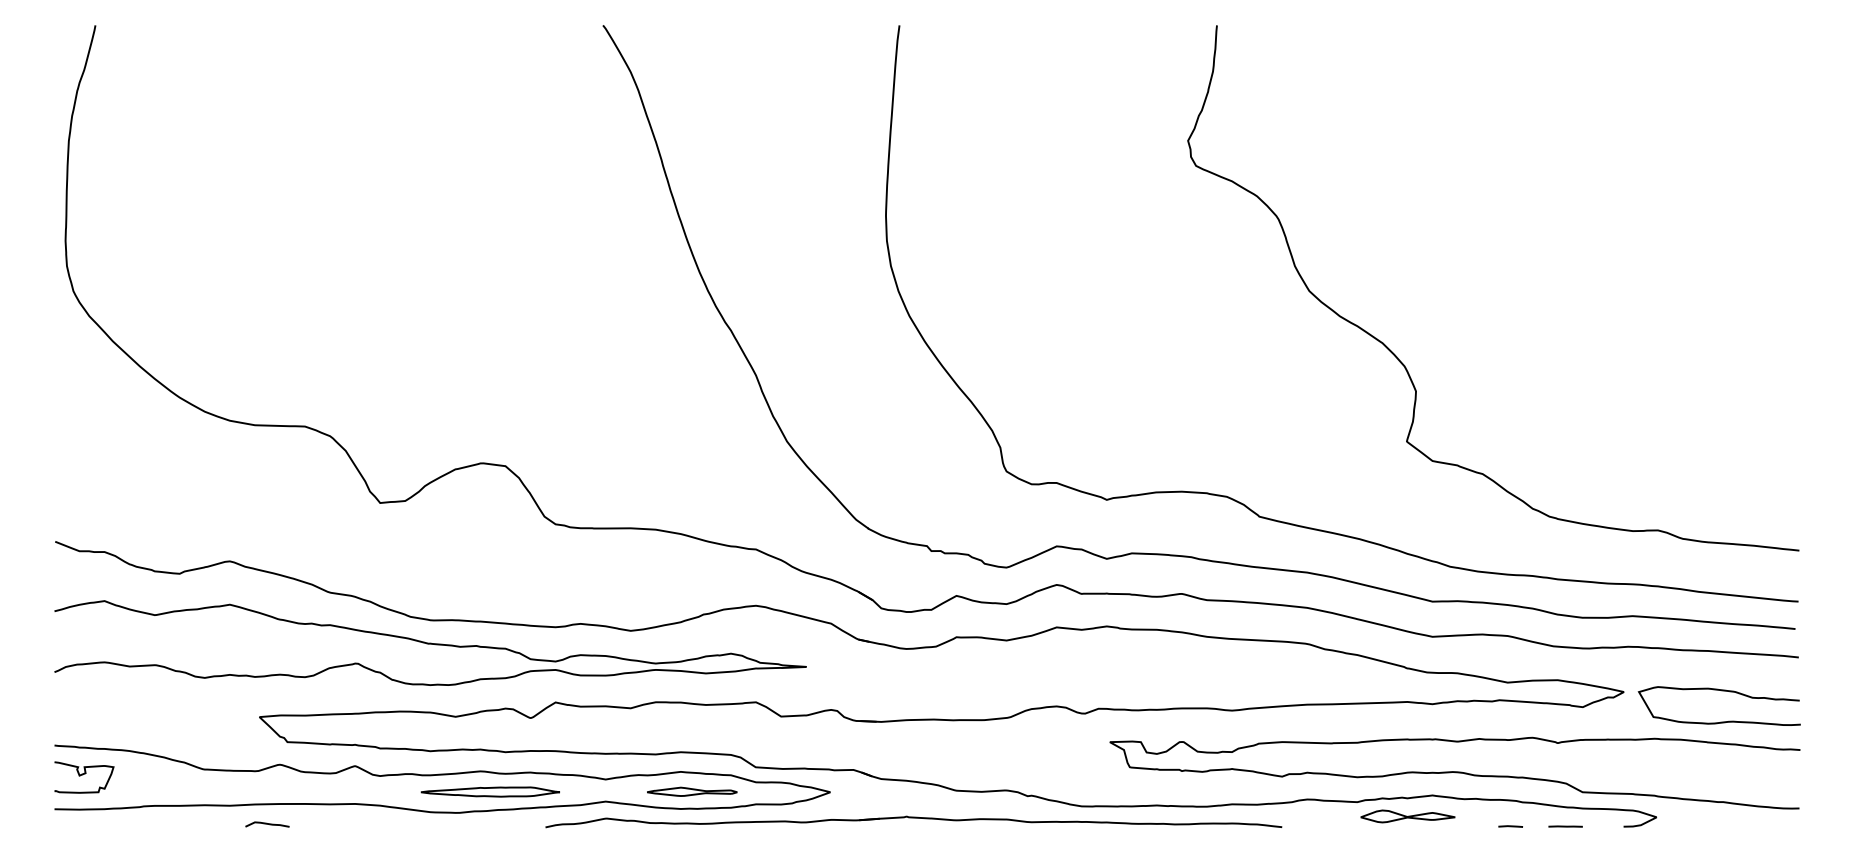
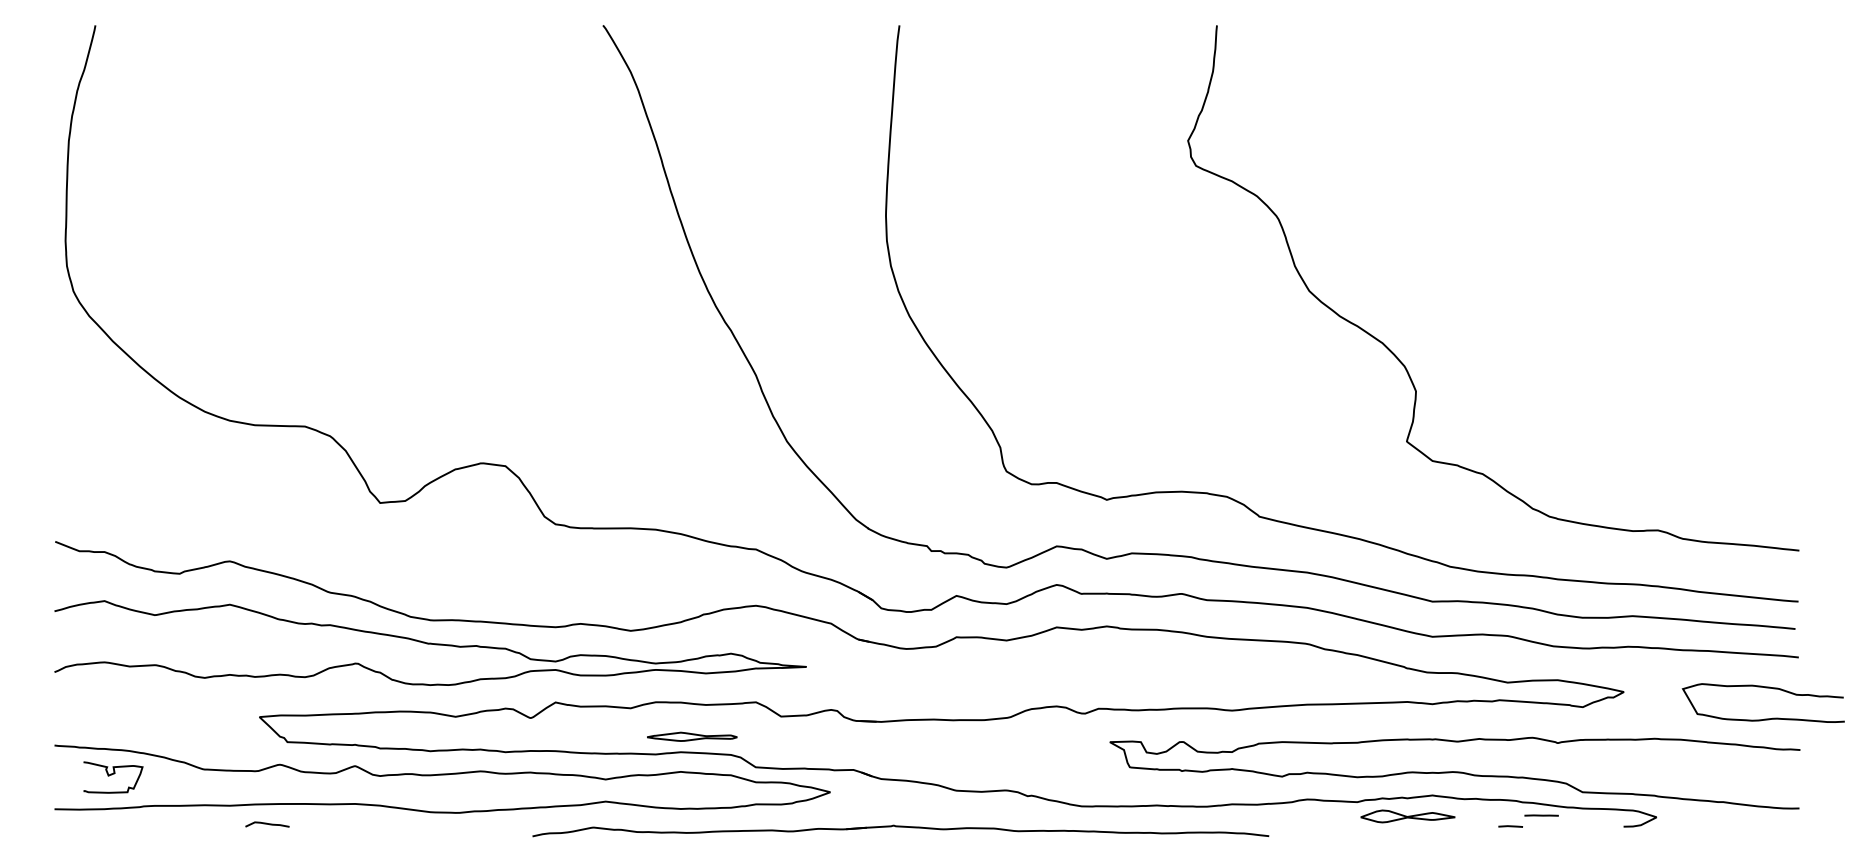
curve at (1721, 691) position: (1721, 691) -> (1765, 688)
curve at (82, 775) position: (82, 775) -> (111, 775)
part at (489, 791): present -> none
part at (692, 791) position: (692, 791) -> (692, 736)
part at (913, 821) position: (913, 821) -> (900, 830)
line at (1565, 826) position: (1565, 826) -> (1541, 815)
